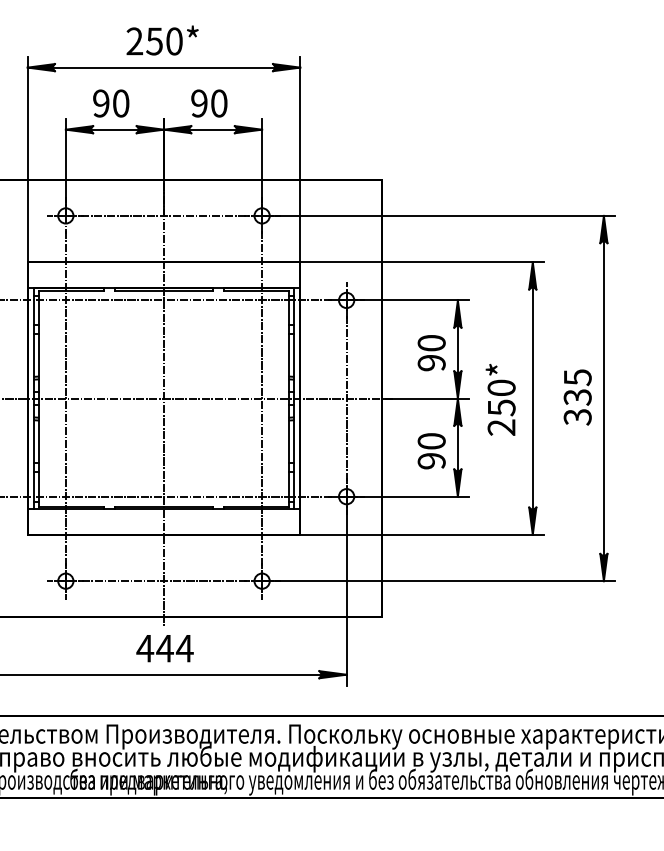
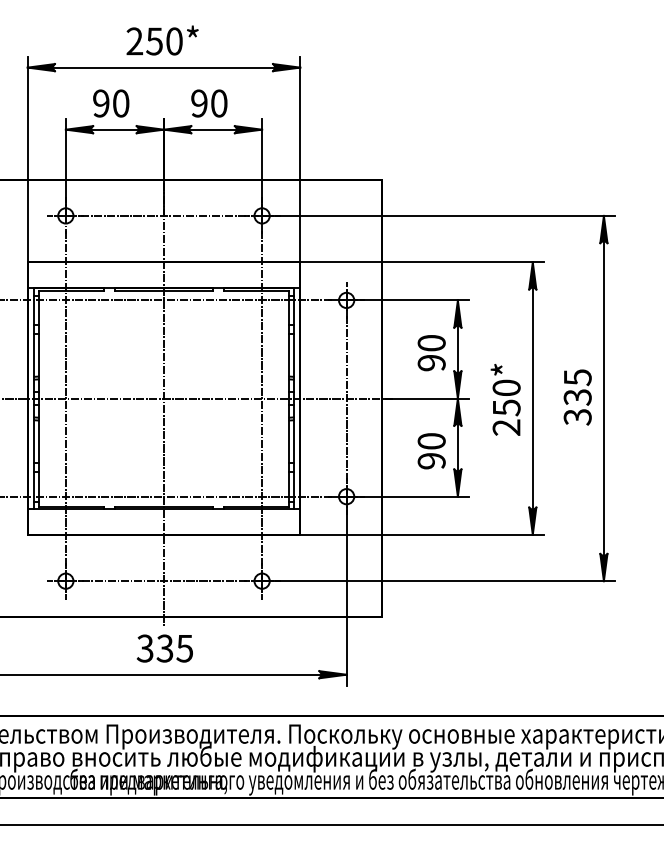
text at (500, 399) position: (500, 399) -> (505, 399)
text at (164, 648): 444 -> 335
line at (331, 825): none -> present
